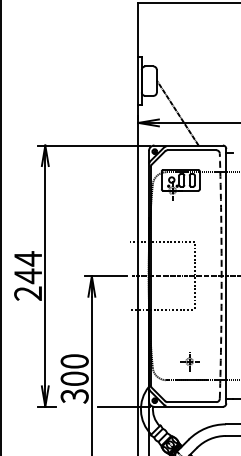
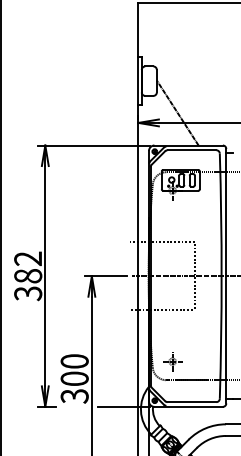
text at (28, 276): 244 -> 382
arc at (221, 276): dashed -> solid
part at (189, 361) position: (189, 361) -> (172, 361)
